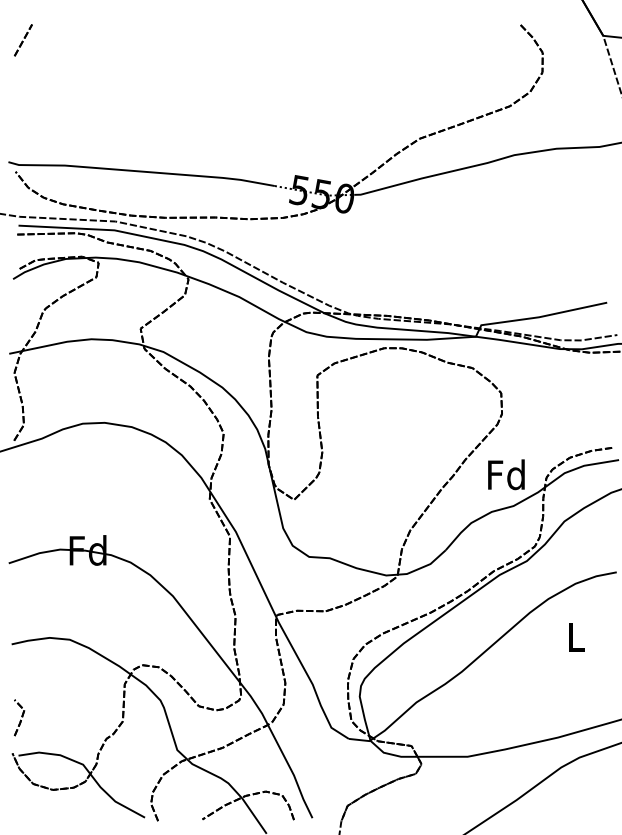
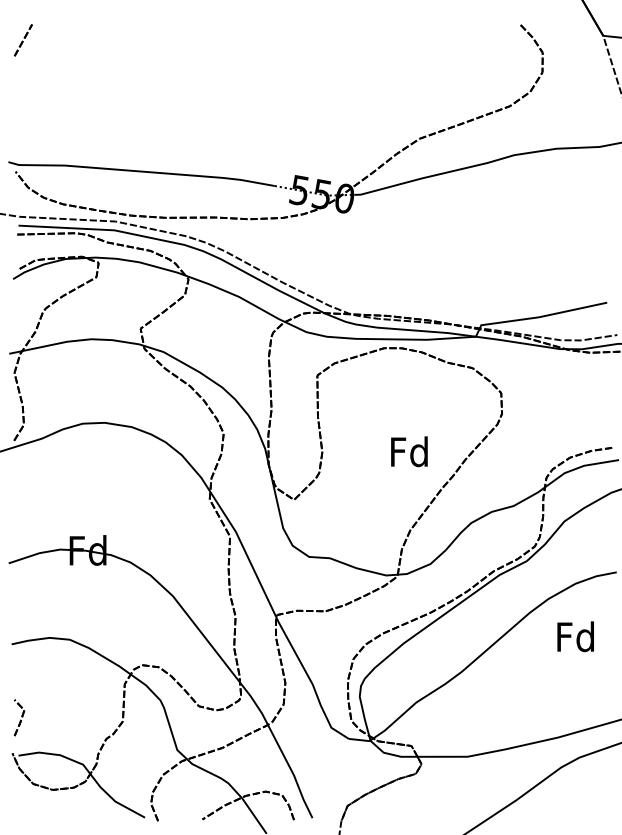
text at (506, 474) position: (506, 474) -> (409, 451)
text at (575, 636): L -> Fd
